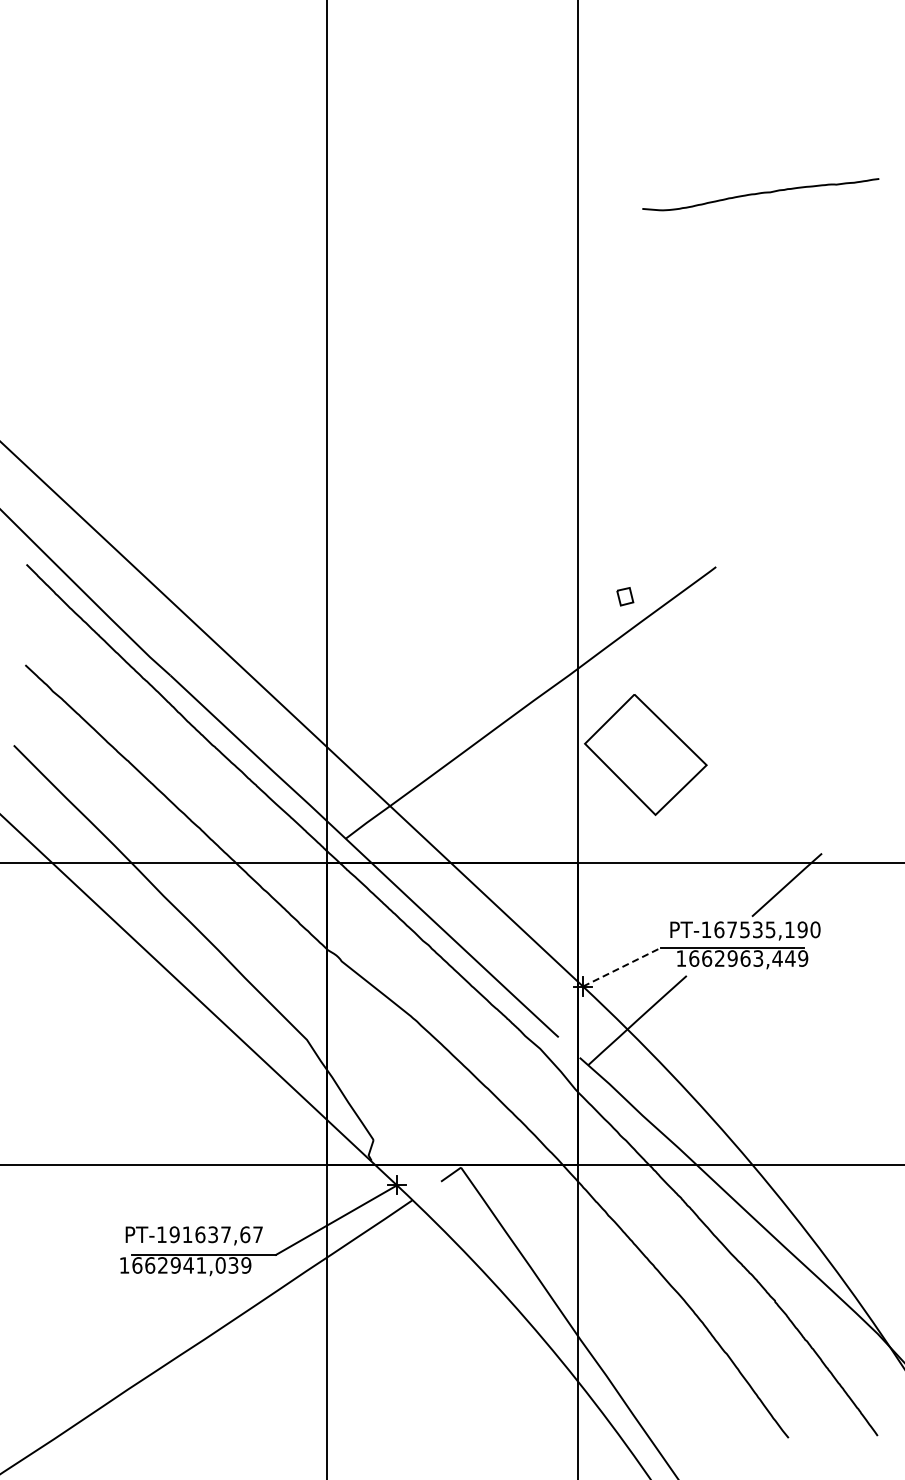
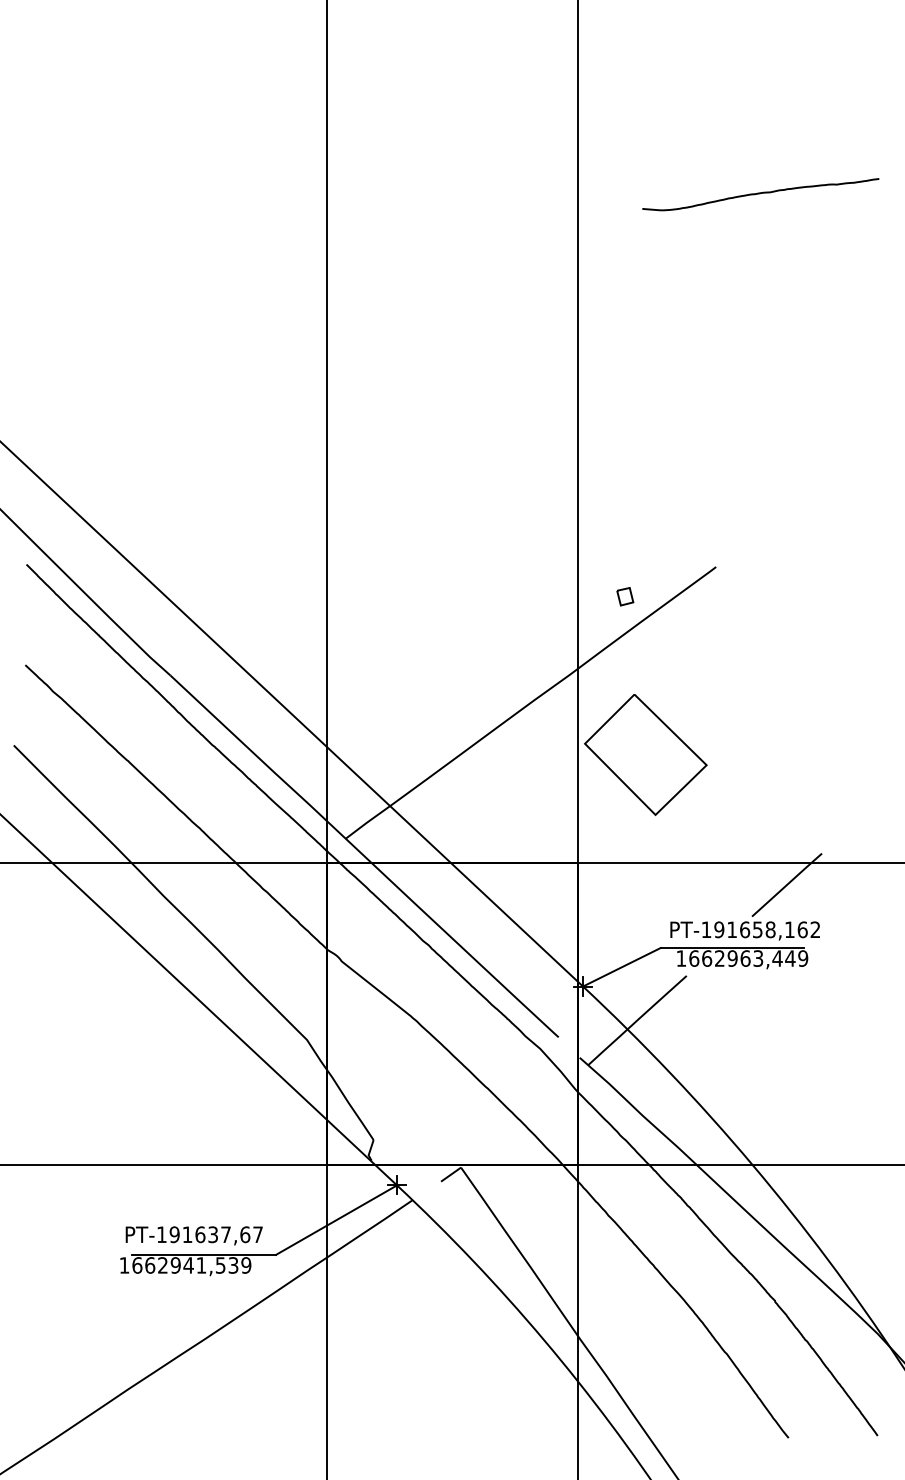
text at (767, 929): PT-167535,190 -> PT-191658,162
line at (622, 967): dashed -> solid
text at (220, 1265): 1662941,039 -> 1662941,539
